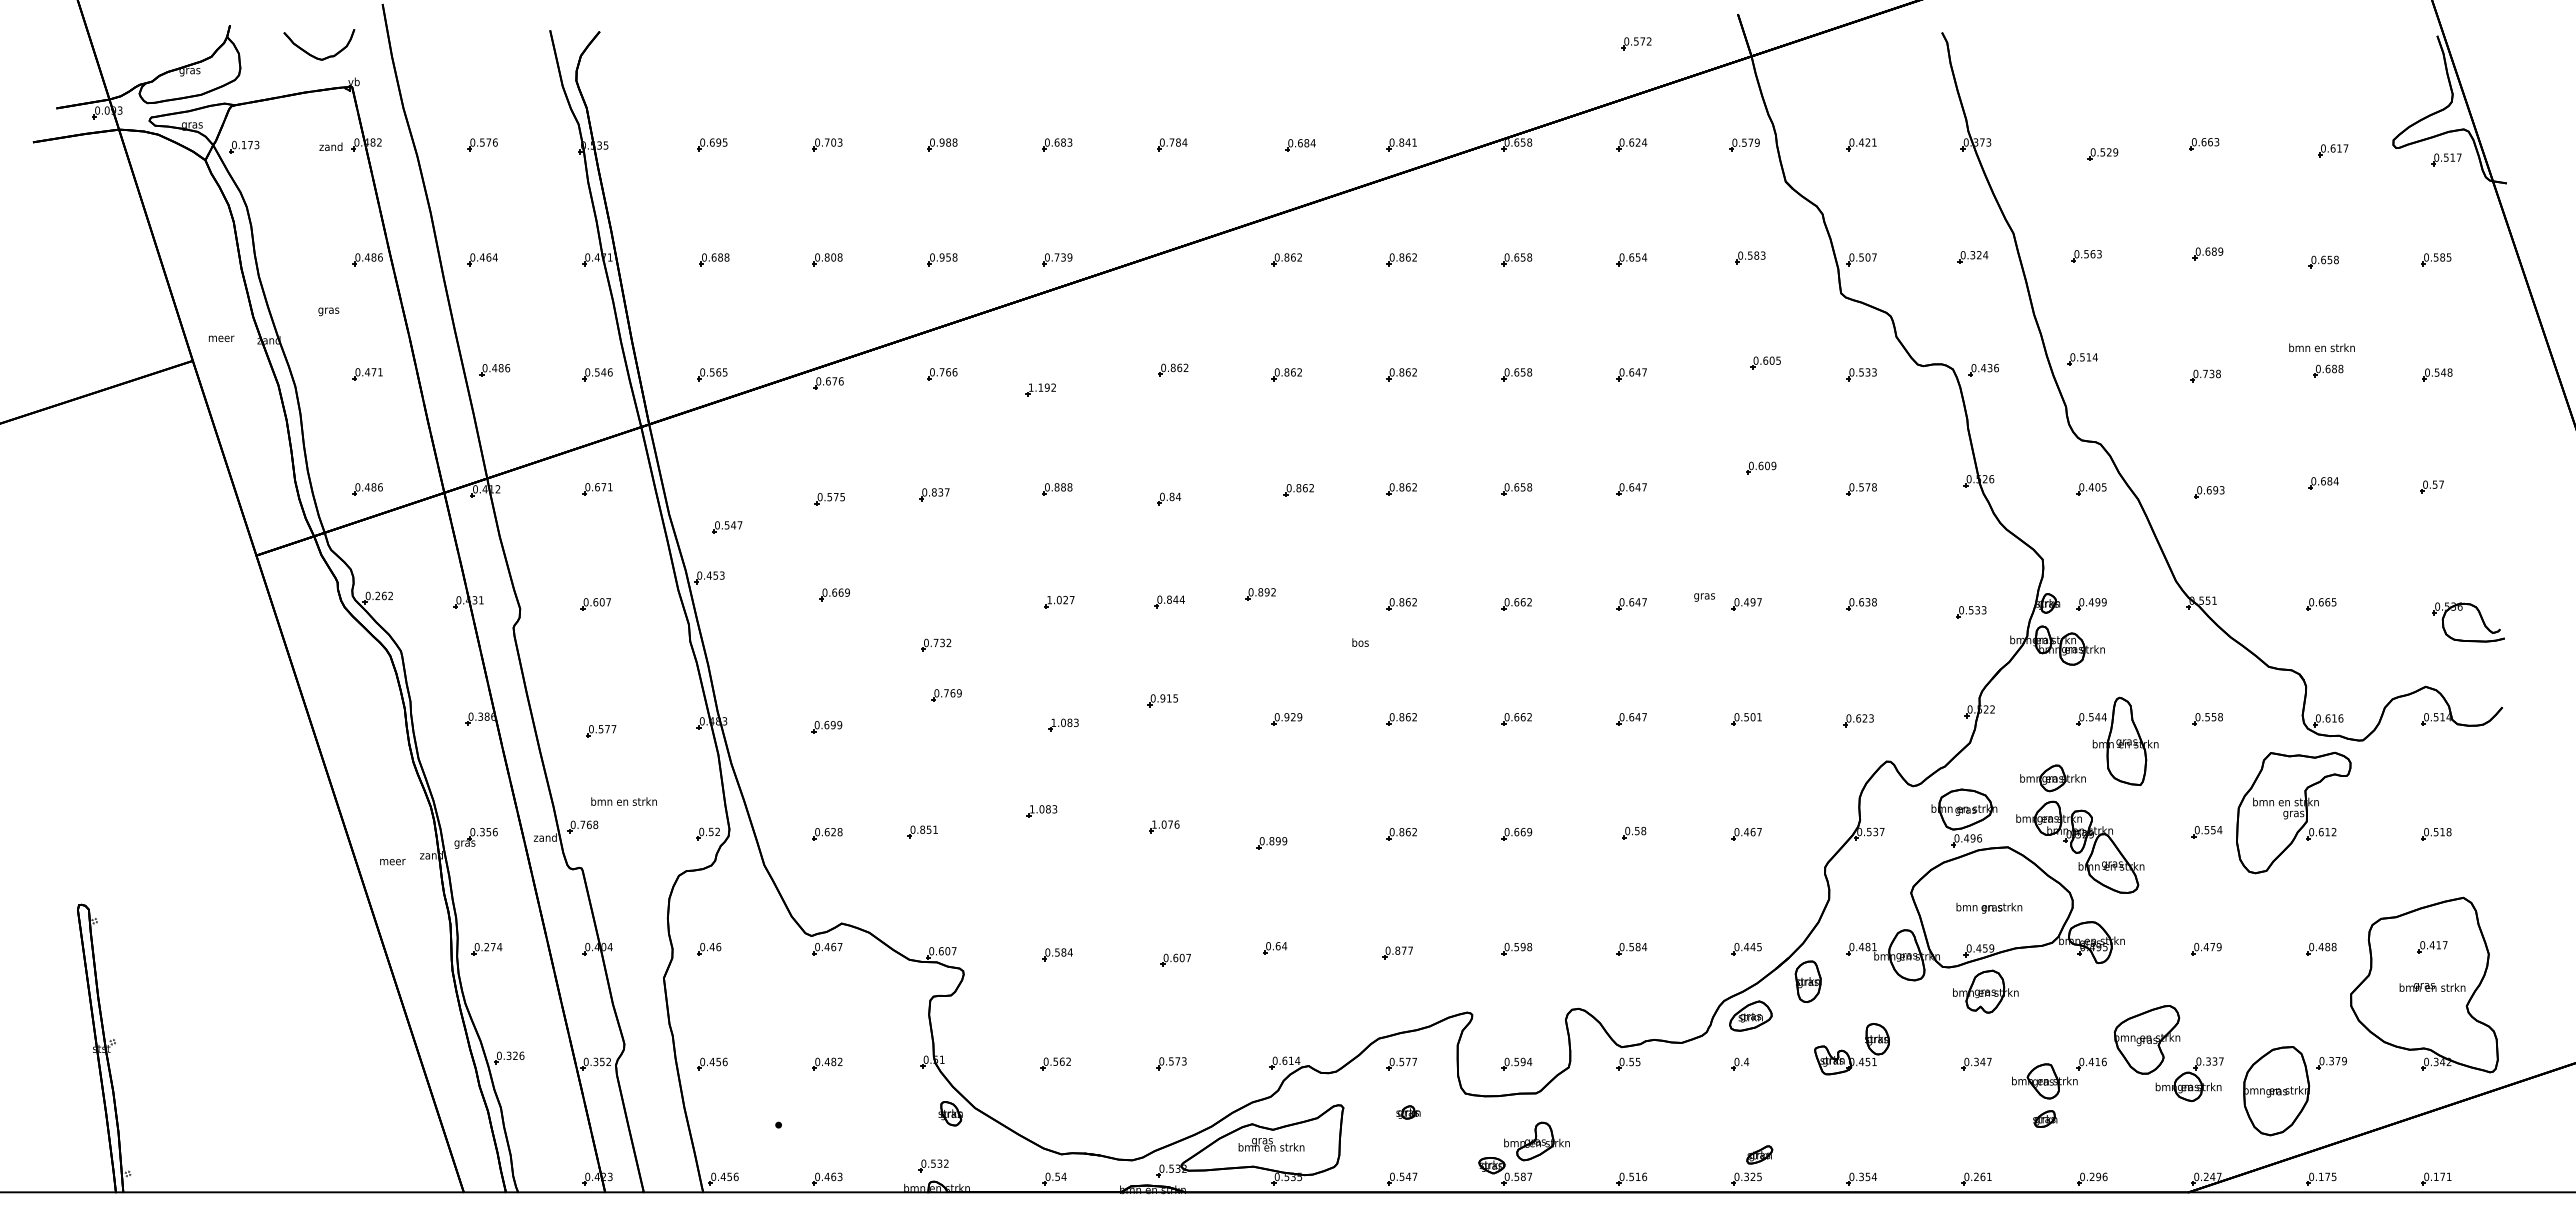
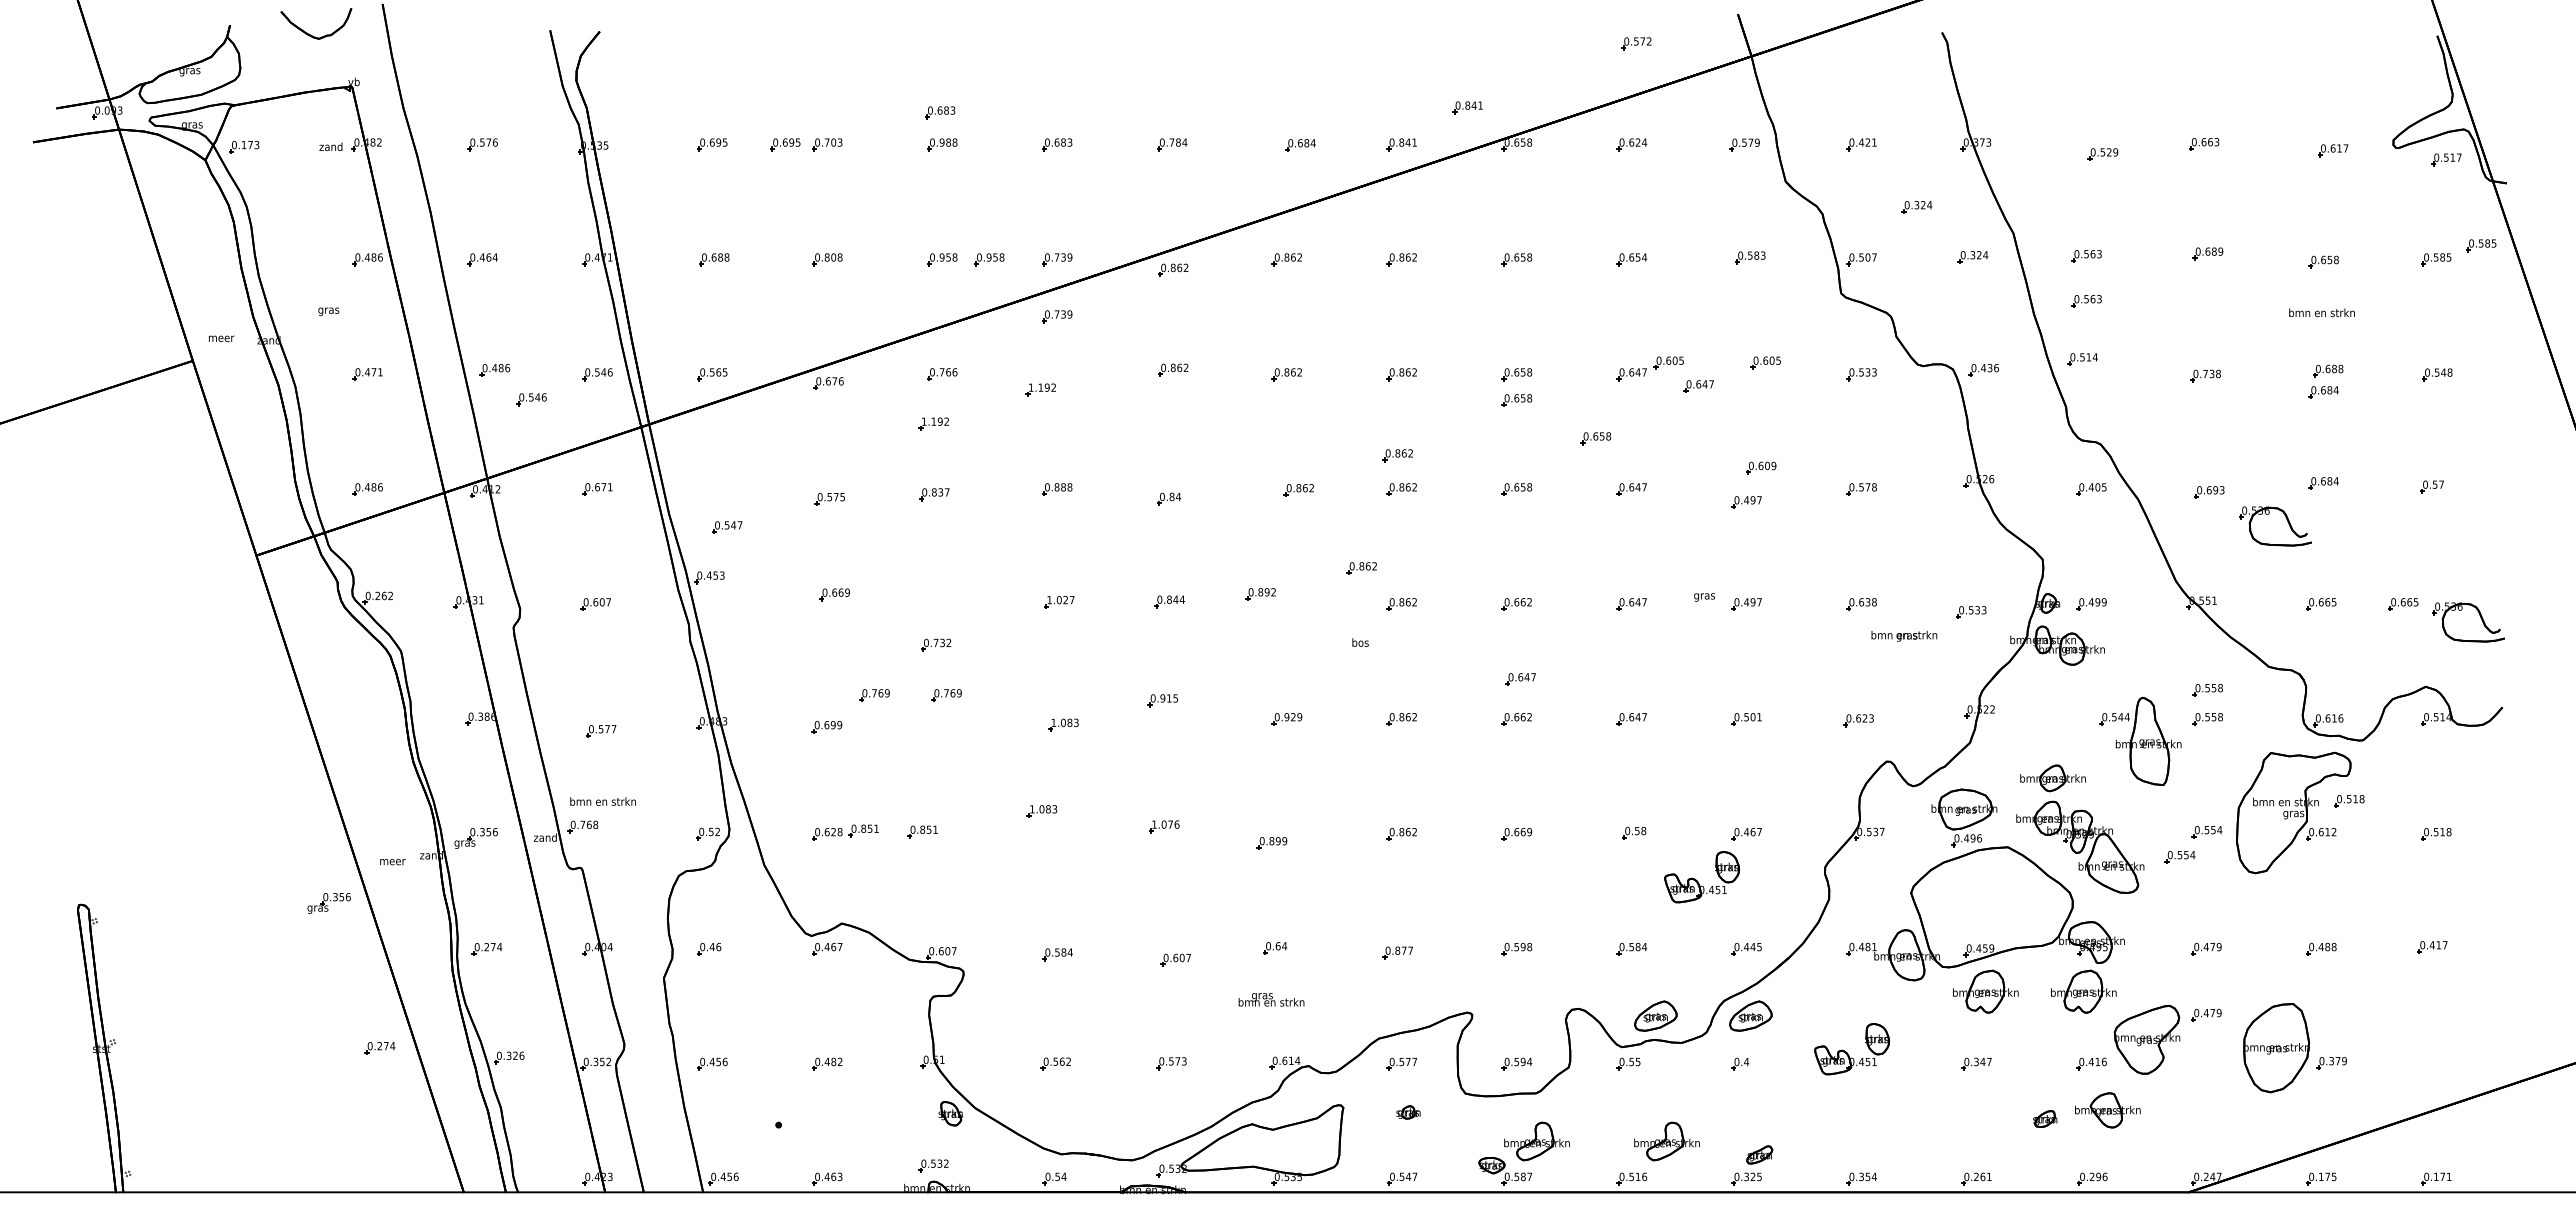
part at (313, 55) position: (313, 55) -> (310, 34)
part at (1467, 107): none -> present
part at (940, 112): none -> present
part at (785, 144): none -> present
part at (1916, 207): none -> present
part at (2481, 245): none -> present
part at (989, 259): none -> present
part at (1173, 269): none -> present
part at (2086, 301): none -> present
part at (1057, 316): none -> present
text at (2321, 347) position: (2321, 347) -> (2321, 312)
part at (1668, 362): none -> present
part at (1698, 386): none -> present
part at (2323, 392): none -> present
part at (531, 399): none -> present
part at (1516, 400): none -> present
part at (933, 423): none -> present
part at (1595, 438): none -> present
part at (1397, 455): none -> present
part at (1746, 502): none -> present
part at (2287, 521): none -> present
part at (1361, 568): none -> present
part at (2403, 604): none -> present
part at (1520, 679): none -> present
part at (2207, 690): none -> present
part at (874, 695): none -> present
part at (2117, 740) position: (2117, 740) -> (2140, 740)
text at (623, 801) position: (623, 801) -> (602, 801)
part at (2349, 801): none -> present
part at (863, 830): none -> present
part at (2179, 857): none -> present
part at (1701, 876): none -> present
part at (328, 903): none -> present
text at (1989, 907) position: (1989, 907) -> (1904, 635)
part at (1807, 981): present -> none
part at (2424, 984): present -> none
part at (2083, 991): none -> present
part at (2206, 1014): none -> present
part at (1655, 1015): none -> present
part at (379, 1048): none -> present
part at (2189, 1079): present -> none
part at (2044, 1081) position: (2044, 1081) -> (2107, 1110)
part at (2276, 1091) position: (2276, 1091) -> (2276, 1048)
part at (1666, 1141): none -> present
text at (1271, 1144) position: (1271, 1144) -> (1271, 999)
